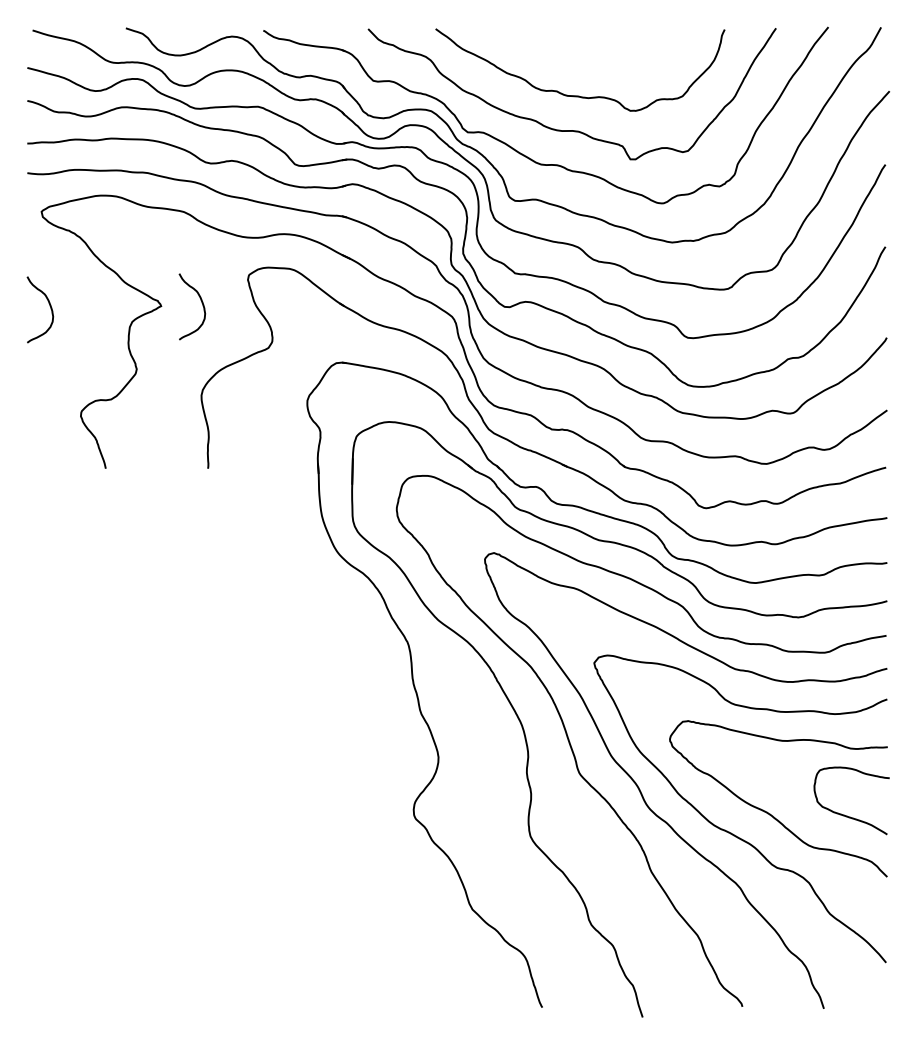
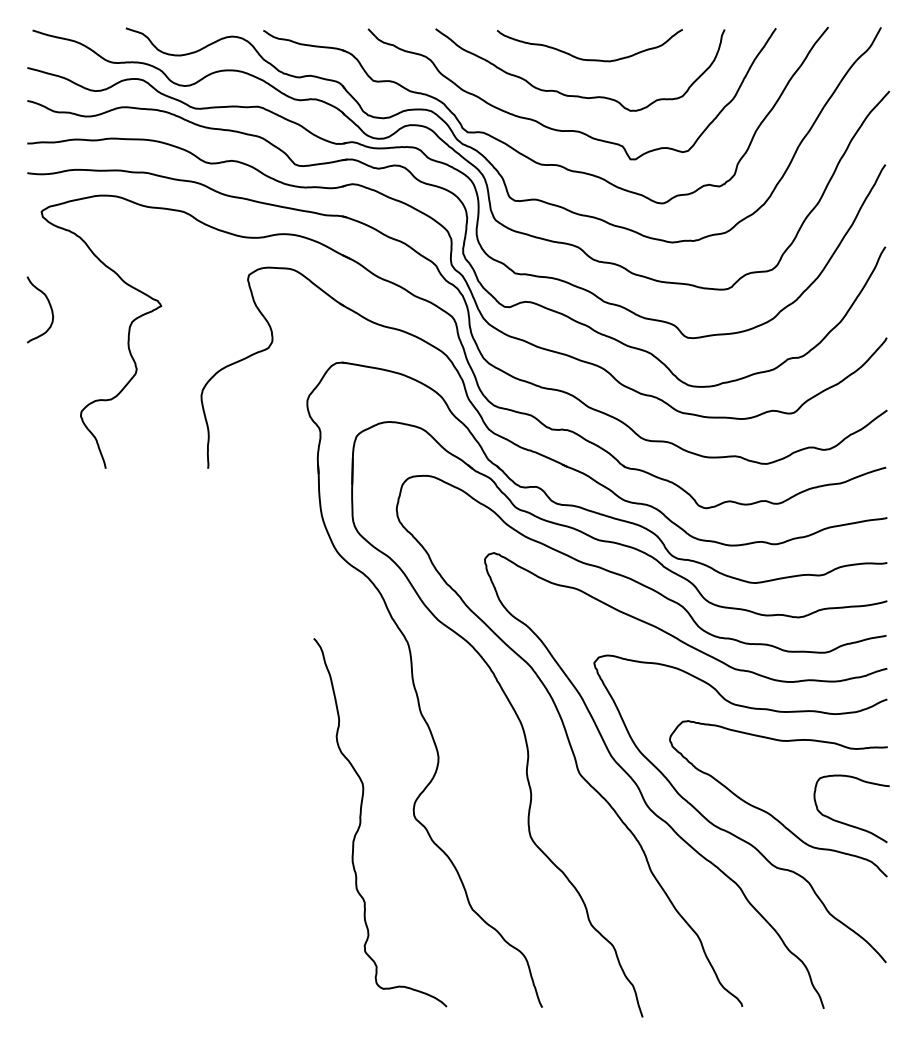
curve at (589, 59): none -> present
curve at (201, 303): present -> none
curve at (847, 815) position: (847, 815) -> (847, 823)
curve at (361, 822): none -> present
